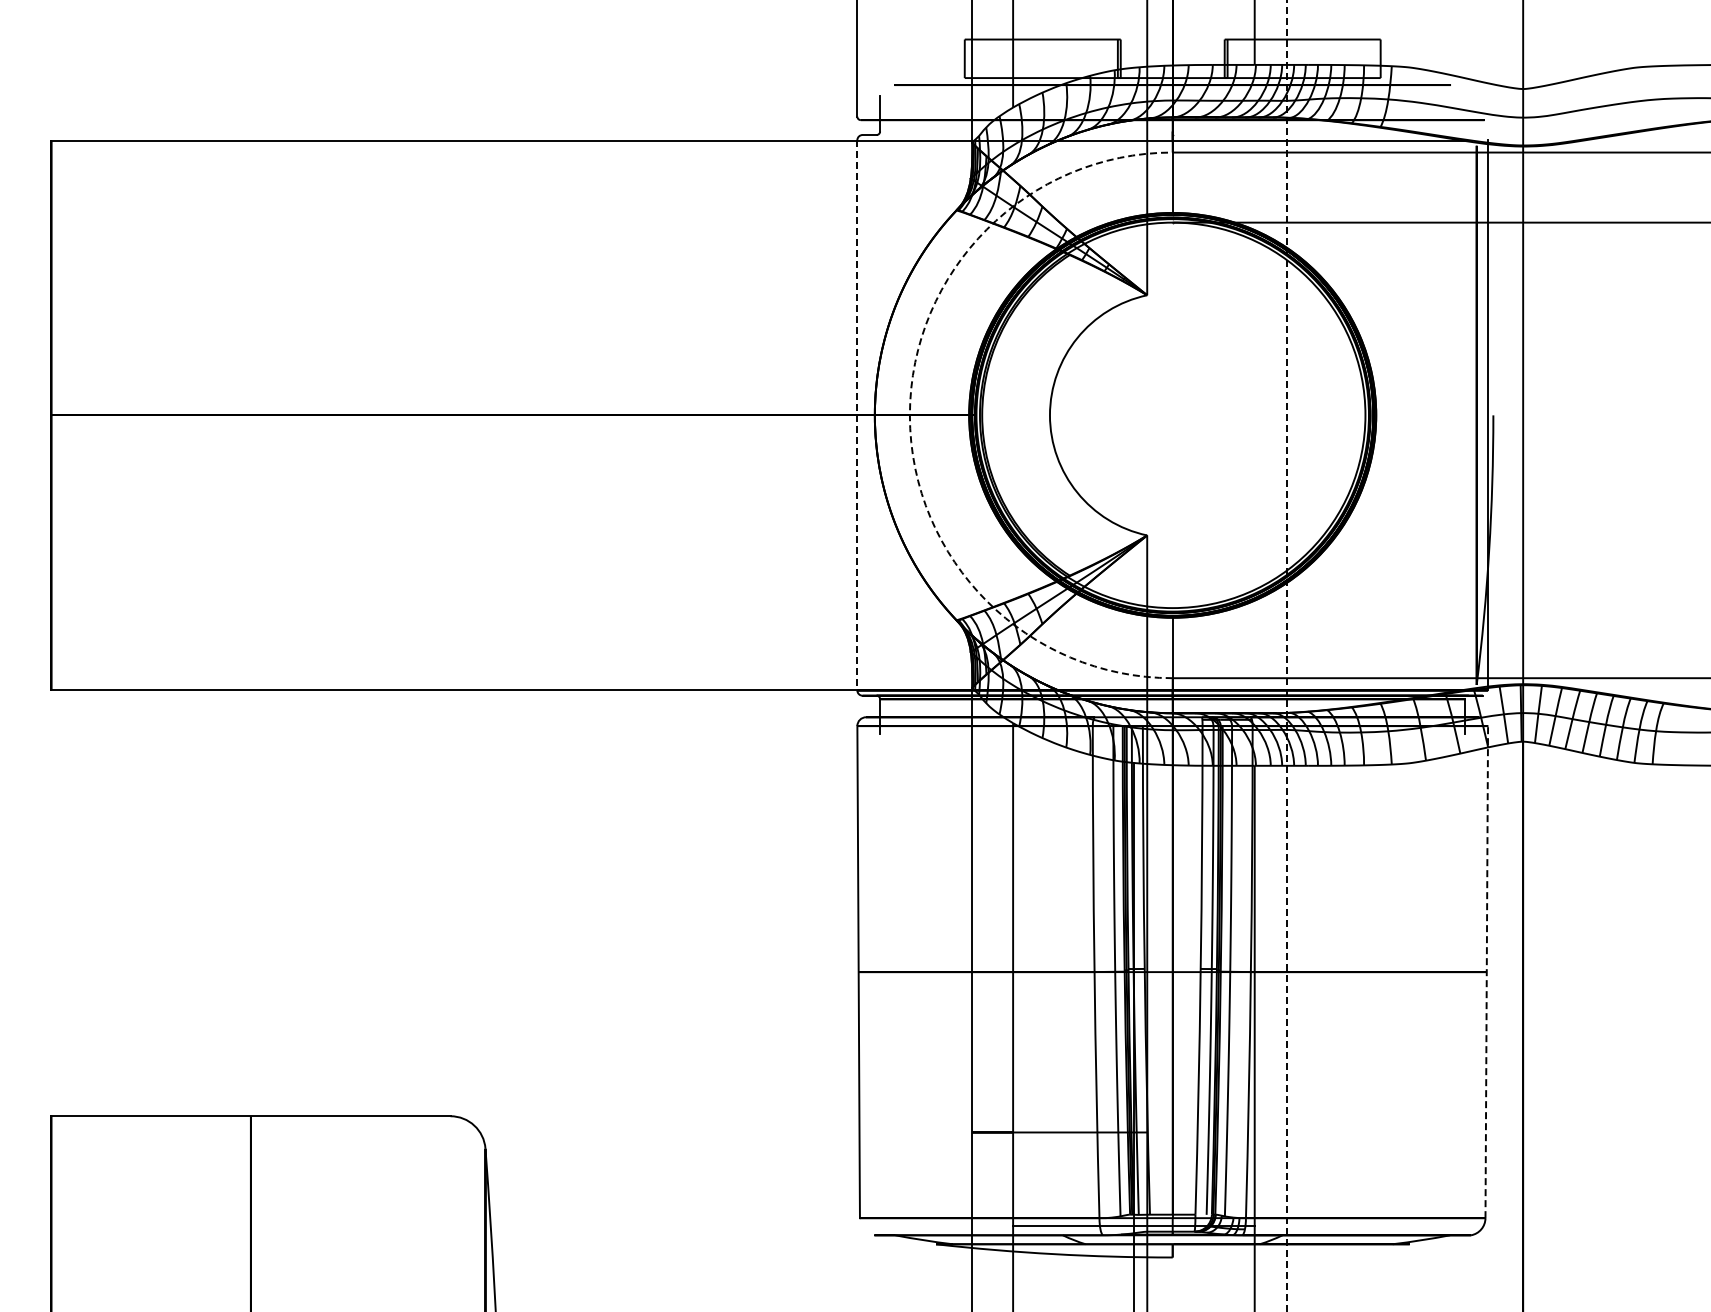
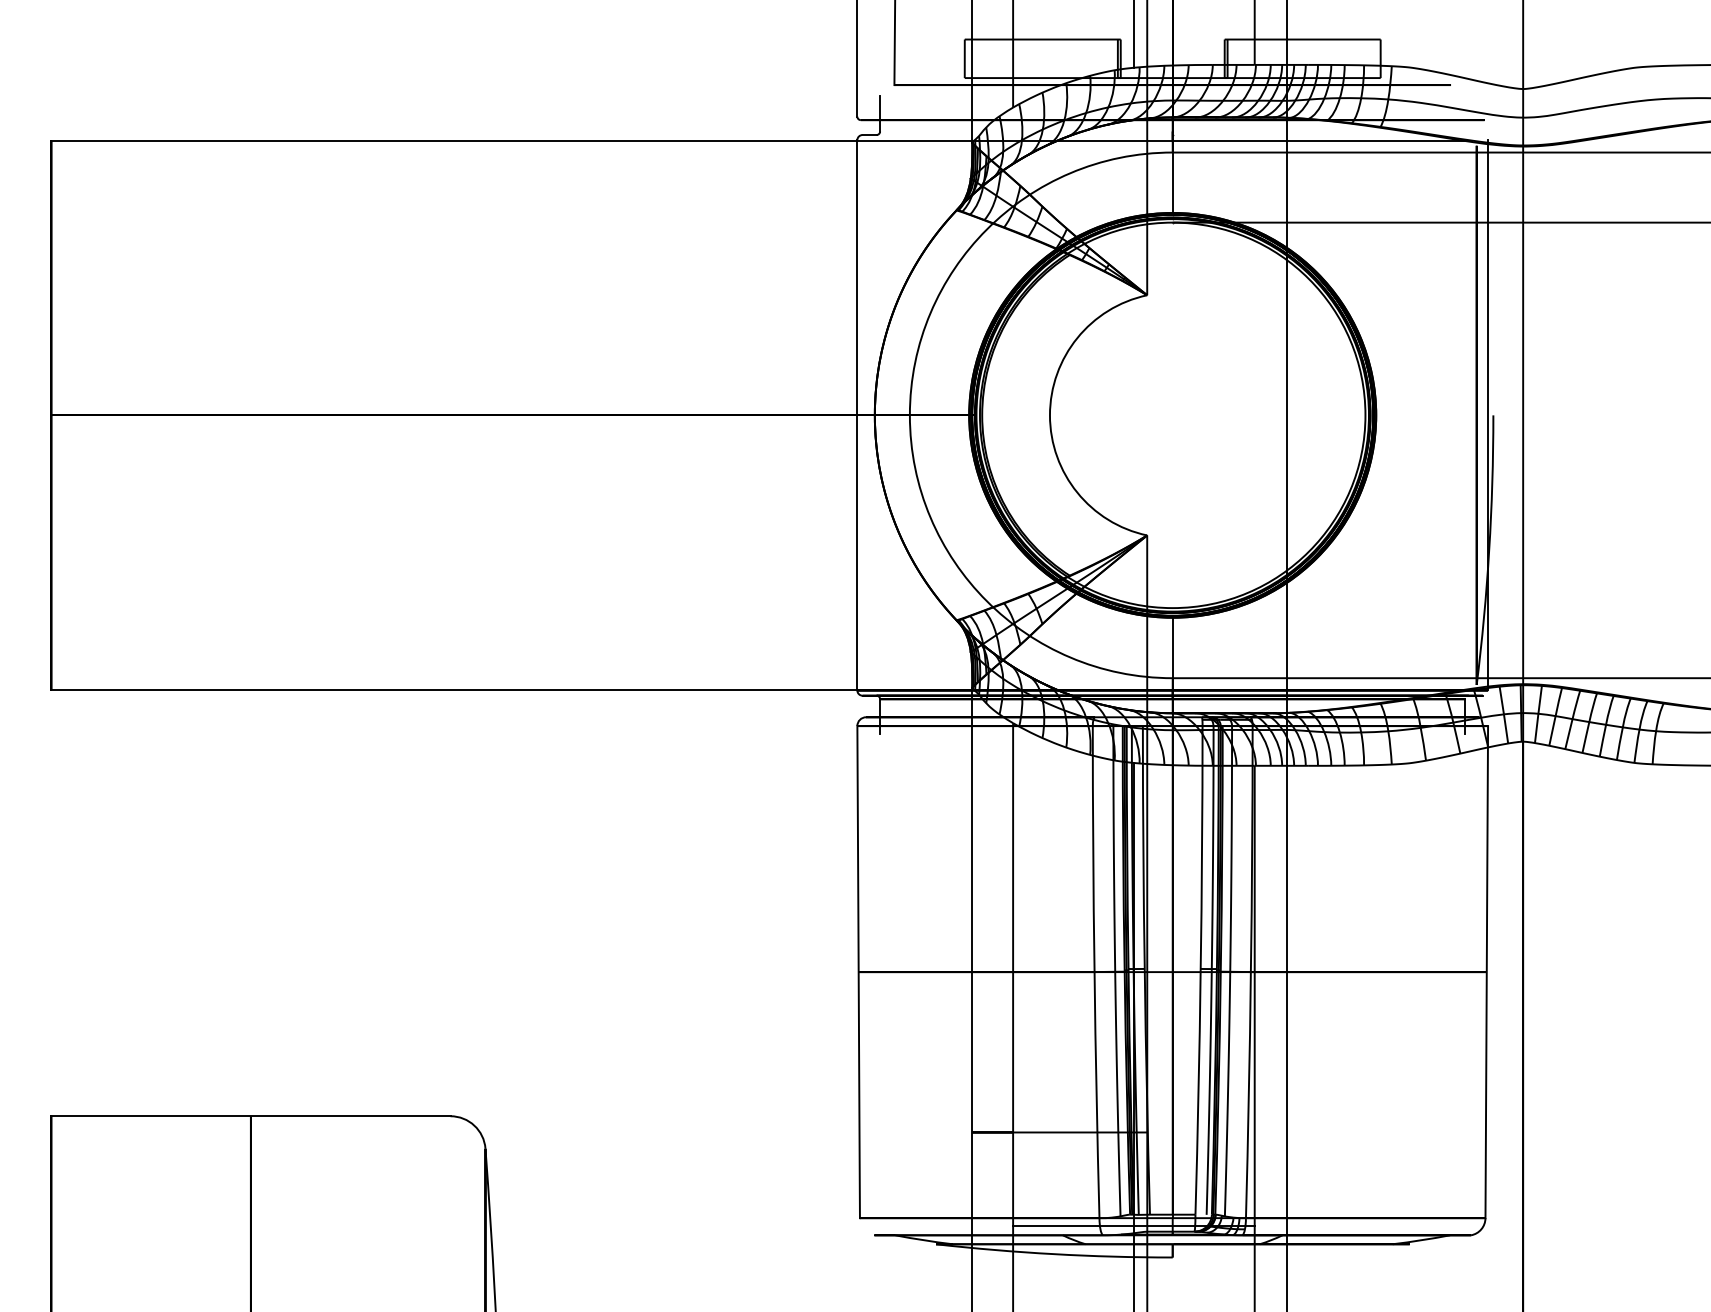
line at (1133, 34): none -> present
line at (894, 43): none -> present
line at (857, 415): dashed -> solid
arc at (909, 415): dashed -> solid
line at (1286, 655): dashed -> solid
line at (1486, 971): dashed -> solid
